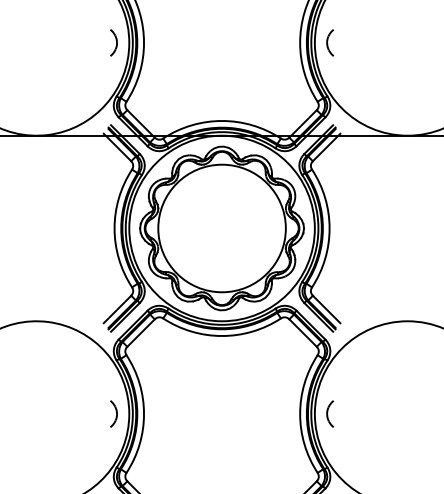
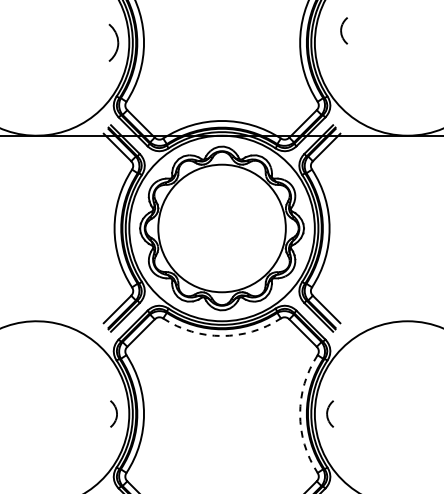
part at (113, 42) size: 8x28 px -> 12x39 px
part at (330, 42) position: (330, 42) -> (344, 30)
arc at (222, 336): solid -> dashed
arc at (300, 414): solid -> dashed
